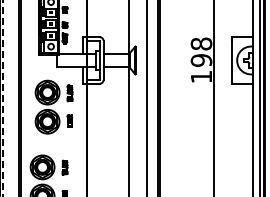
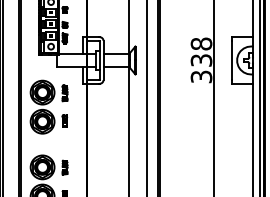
text at (201, 68): 198 -> 338
line at (2, 98): dashed -> solid
part at (53, 106) position: (53, 106) -> (48, 106)
